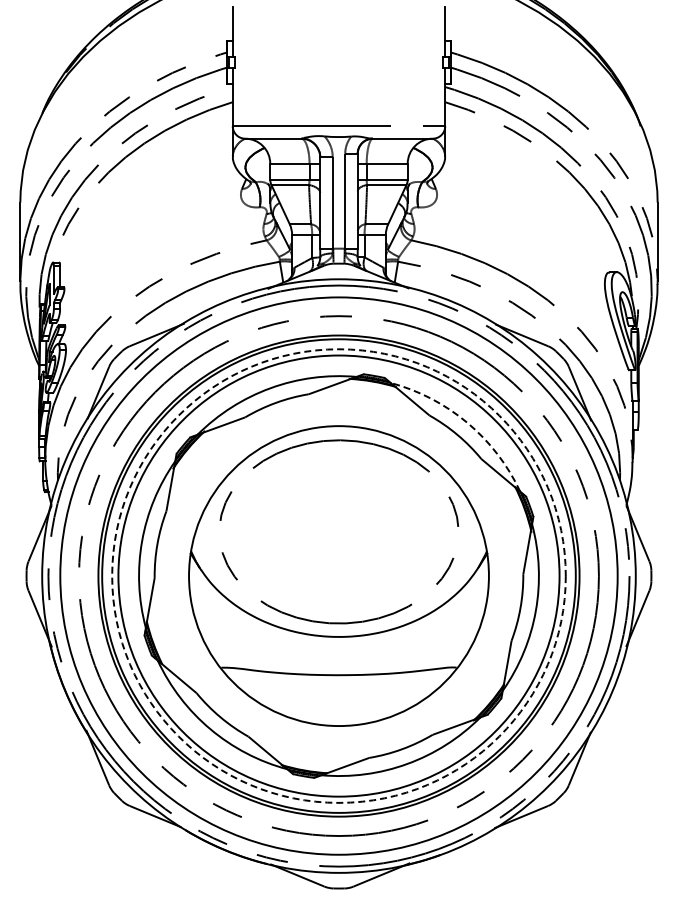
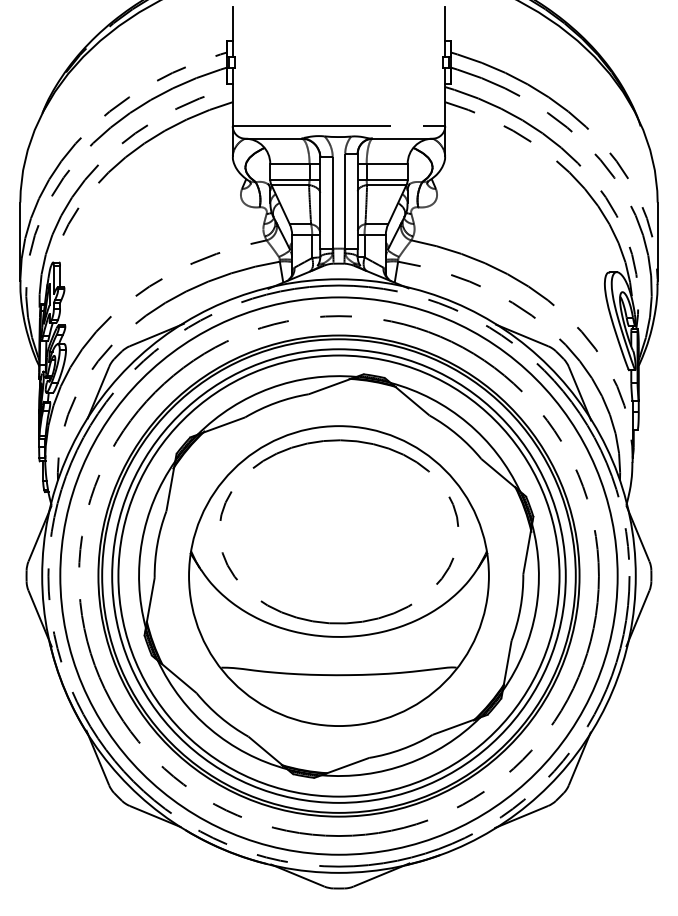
arc at (467, 422): dashed -> solid
circle at (338, 575): dashed -> solid
